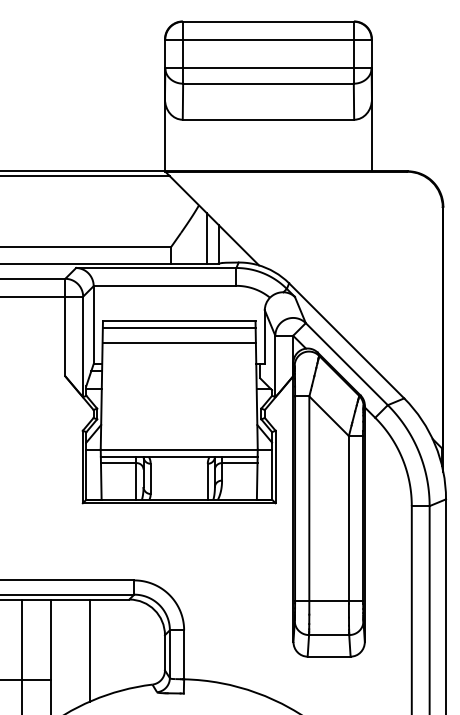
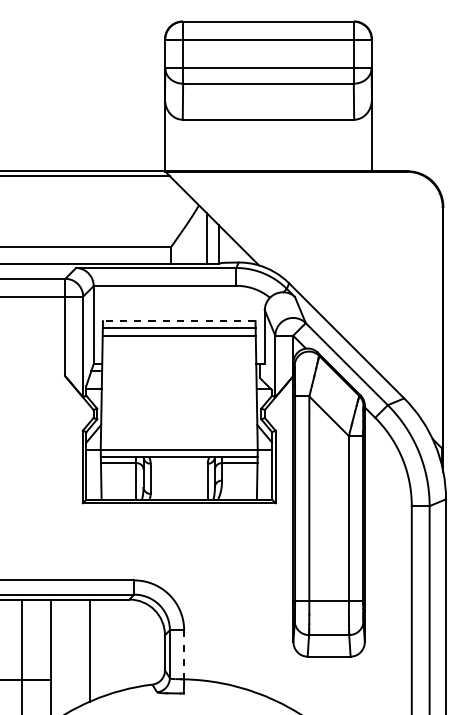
line at (178, 321): solid -> dashed
line at (178, 342) position: (178, 342) -> (178, 335)
line at (184, 654): solid -> dashed
